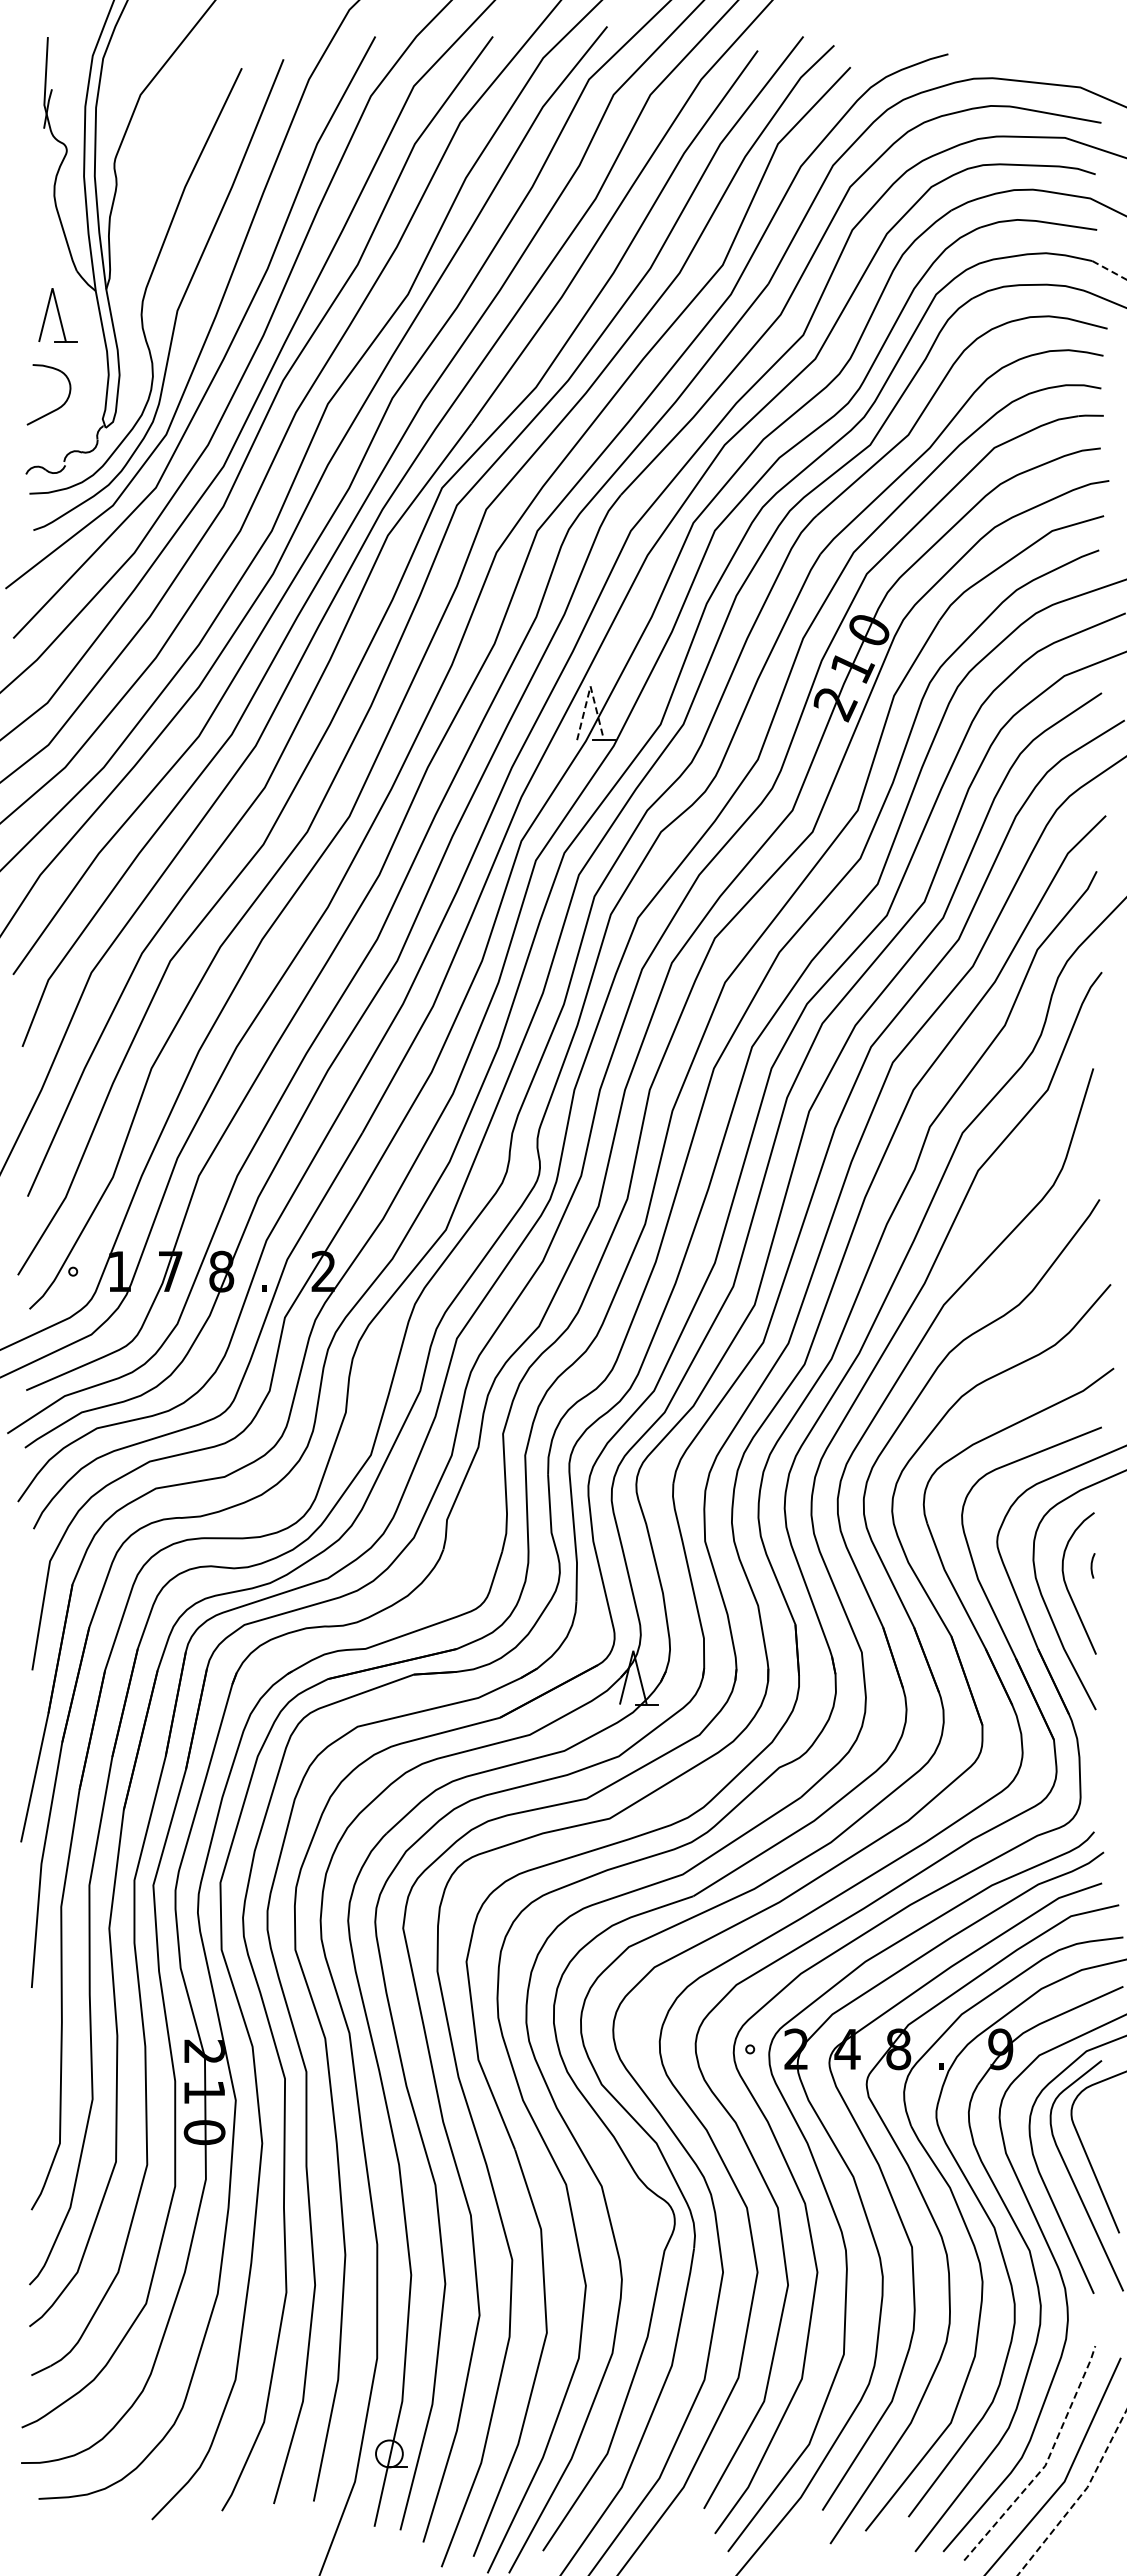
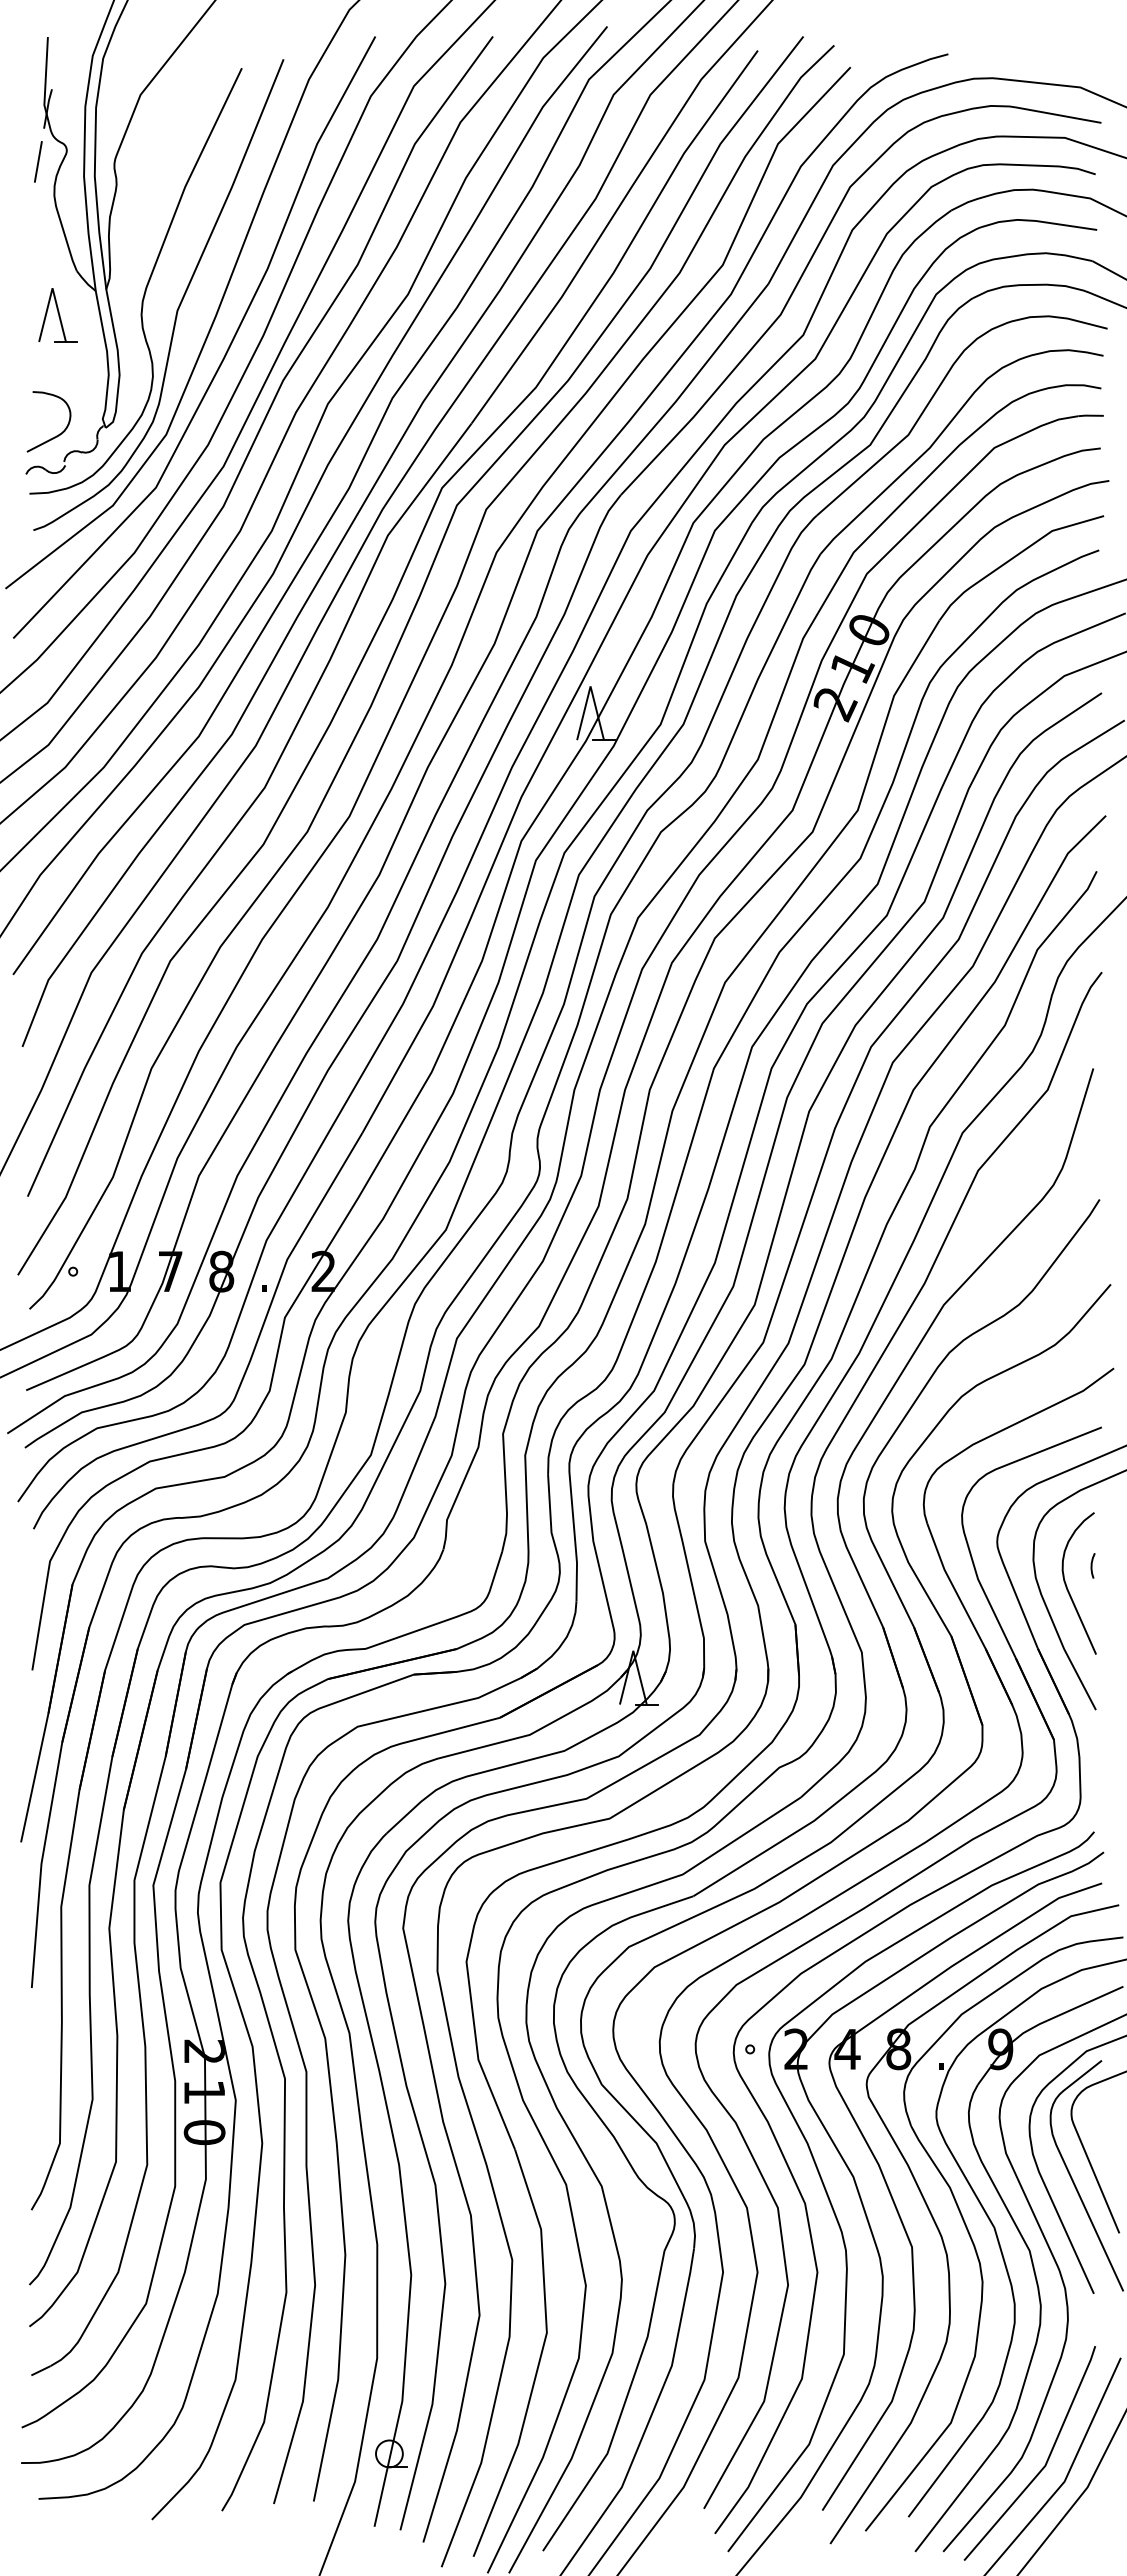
line at (37, 161): none -> present
line at (1109, 270): dashed -> solid
part at (56, 408) position: (56, 408) -> (56, 435)
line at (590, 686): dashed -> solid
line at (1046, 2463): dashed -> solid
line at (1080, 2496): dashed -> solid
